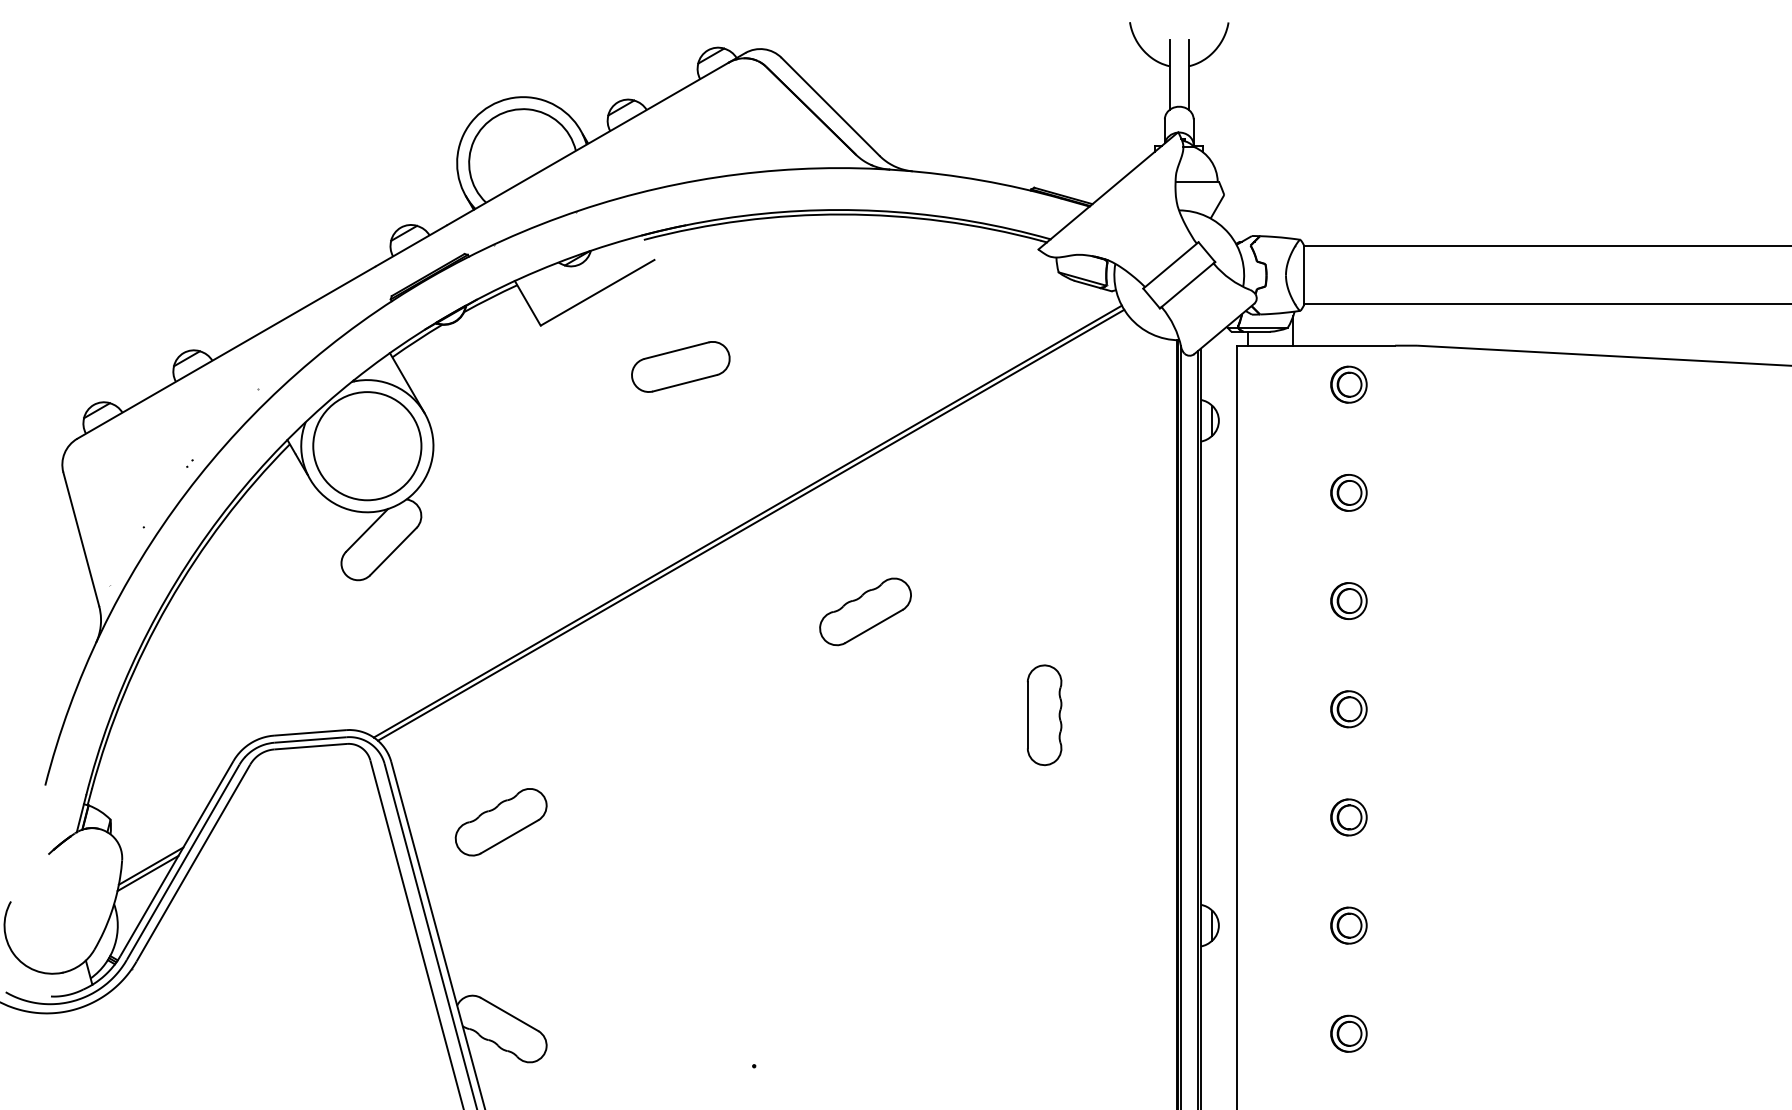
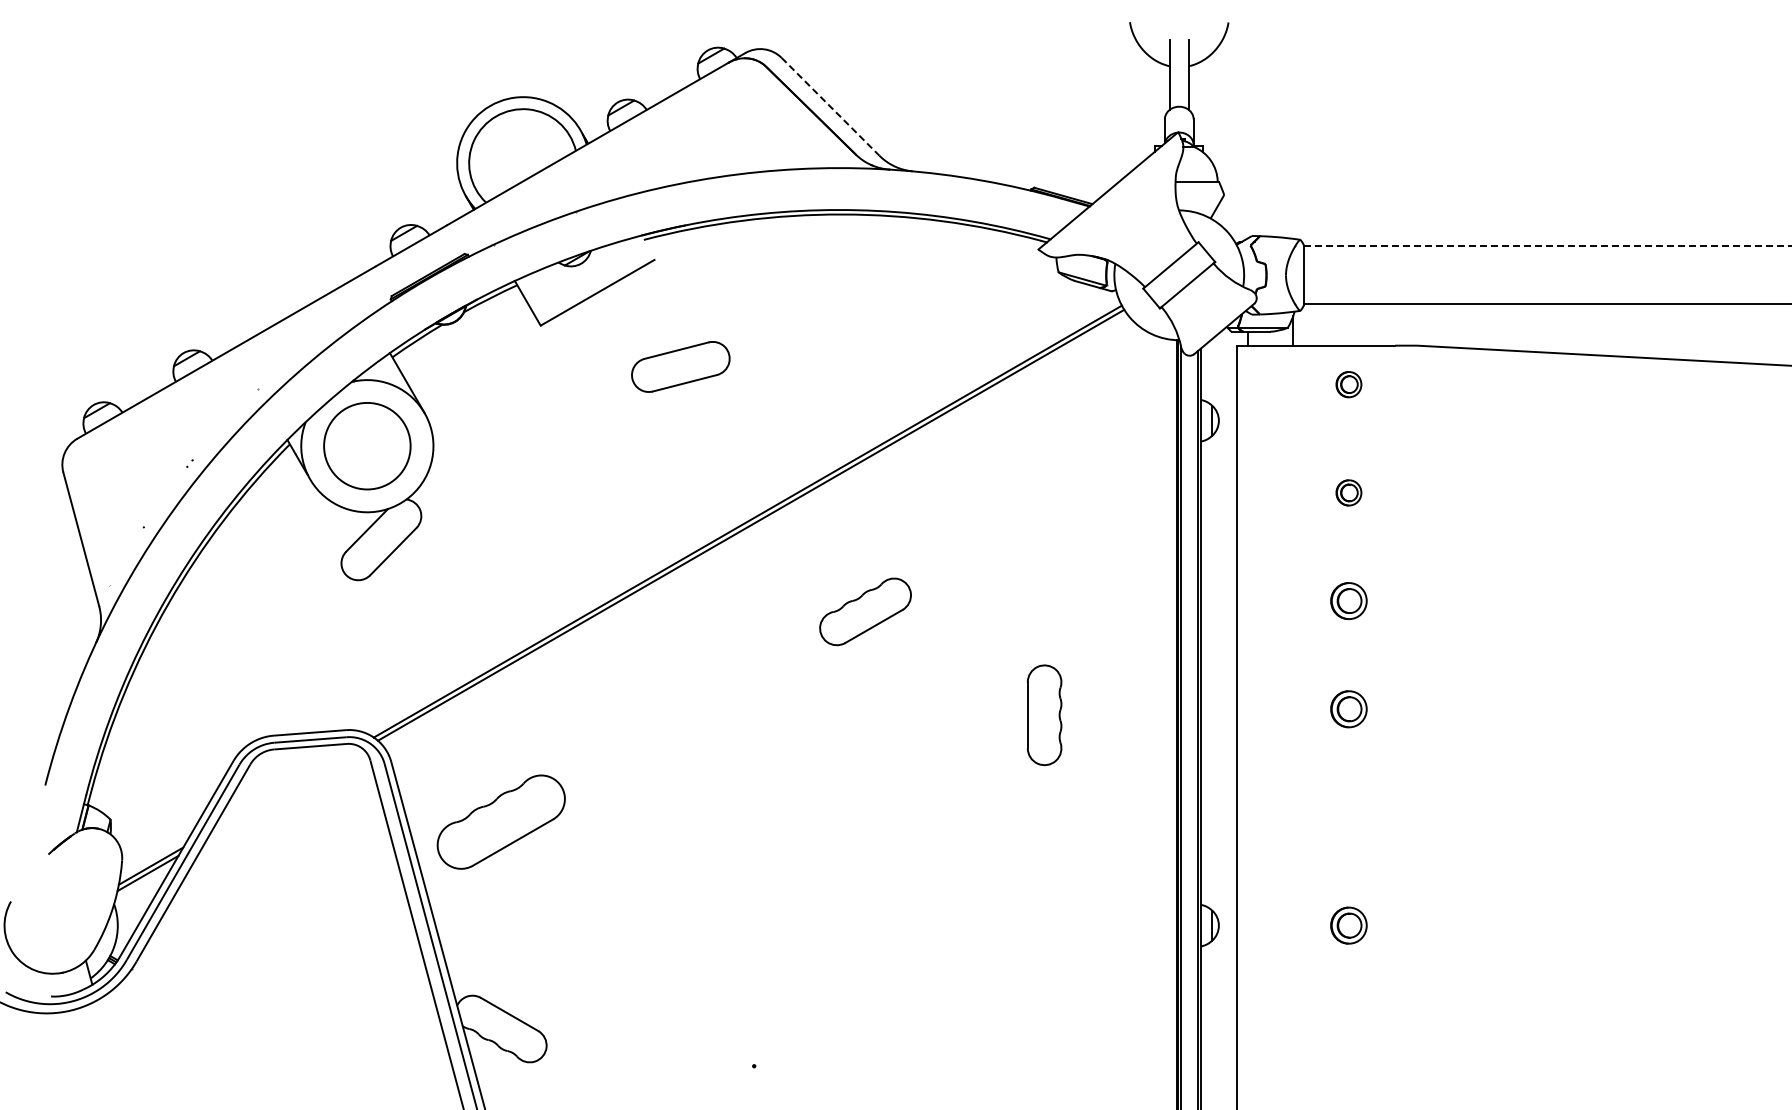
line at (830, 107): solid -> dashed
line at (1548, 246): solid -> dashed
part at (1348, 384) size: 38x39 px -> 28x28 px
circle at (367, 446) diameter: 108 px -> 87 px
part at (1348, 492) size: 38x38 px -> 28x28 px
part at (1348, 817): present -> none
part at (500, 822) size: 94x69 px -> 130x96 px
part at (1348, 1033): present -> none
